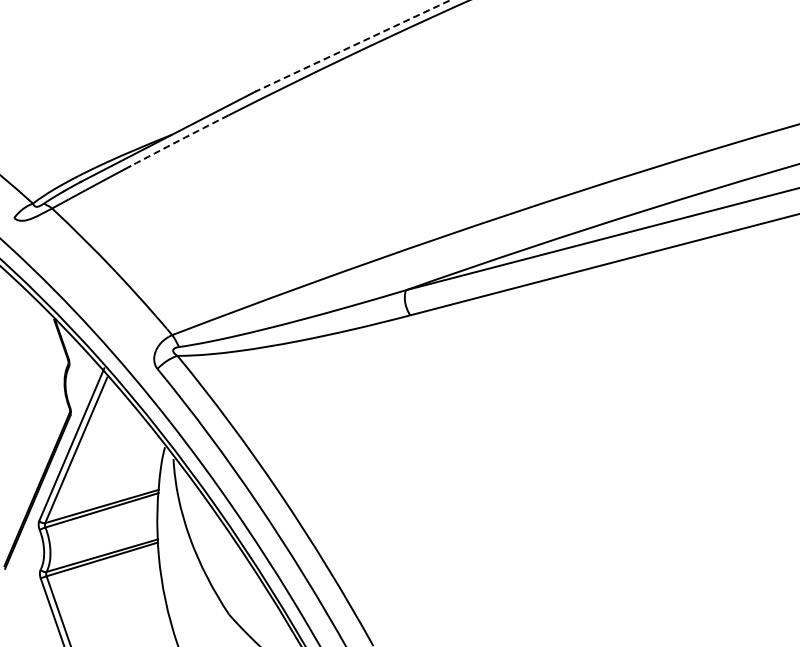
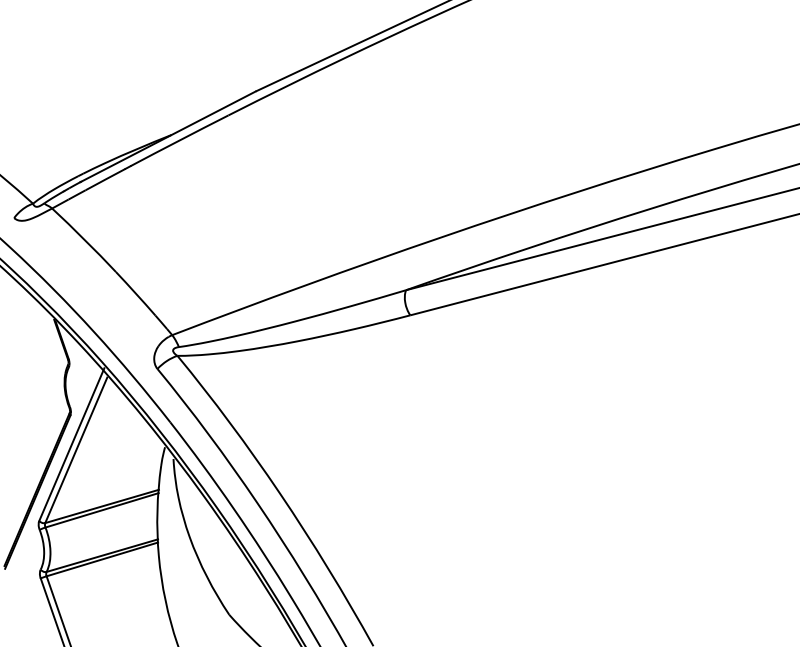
line at (353, 45): dashed -> solid
arc at (179, 140): dashed -> solid
